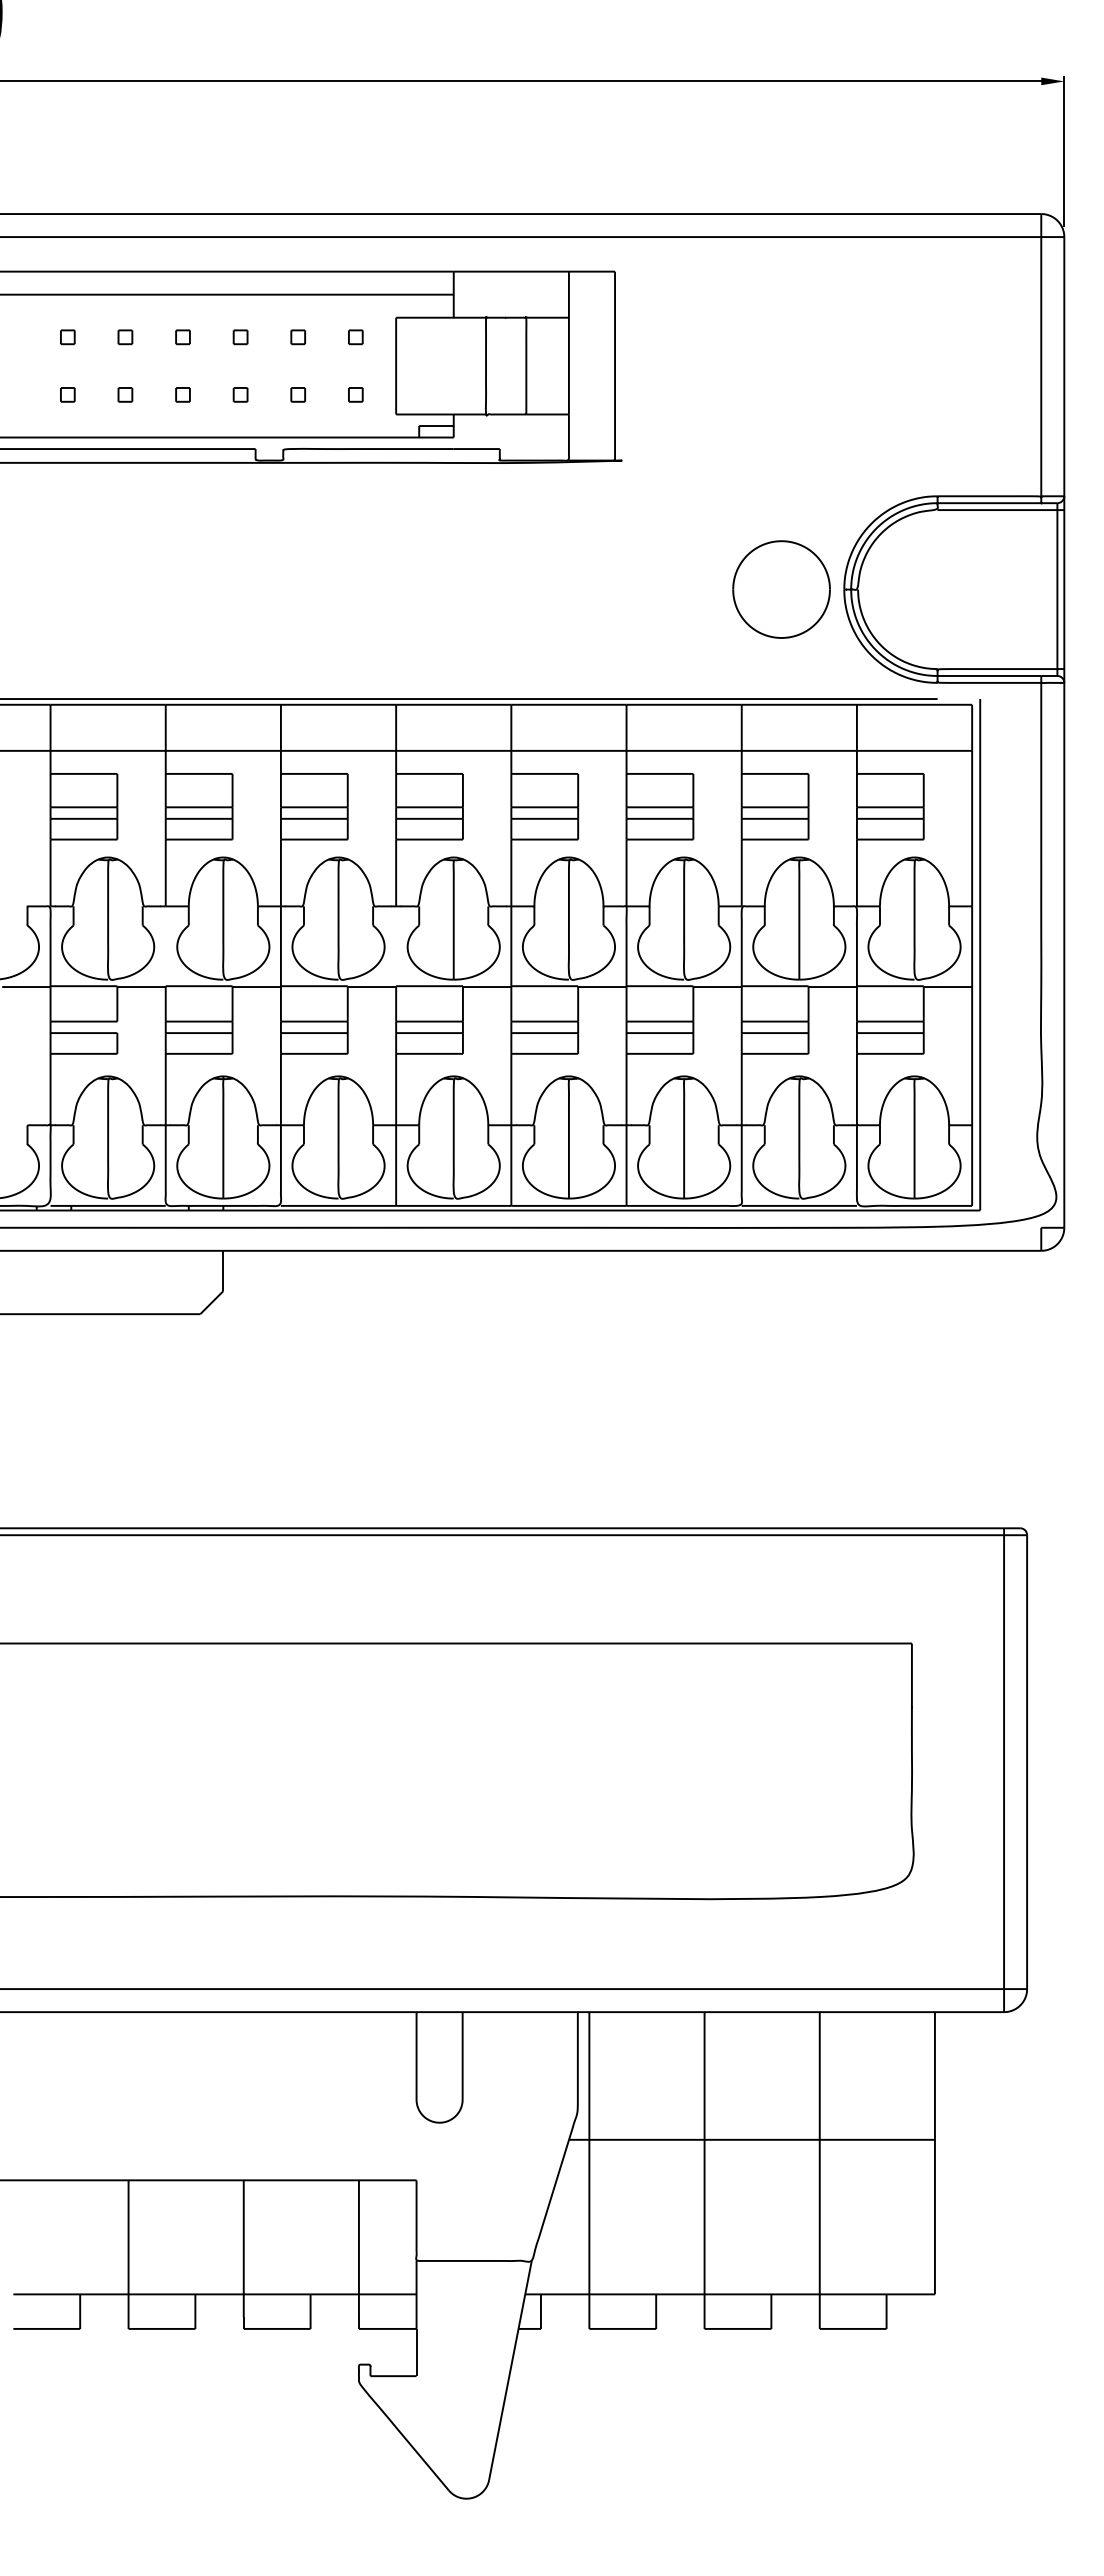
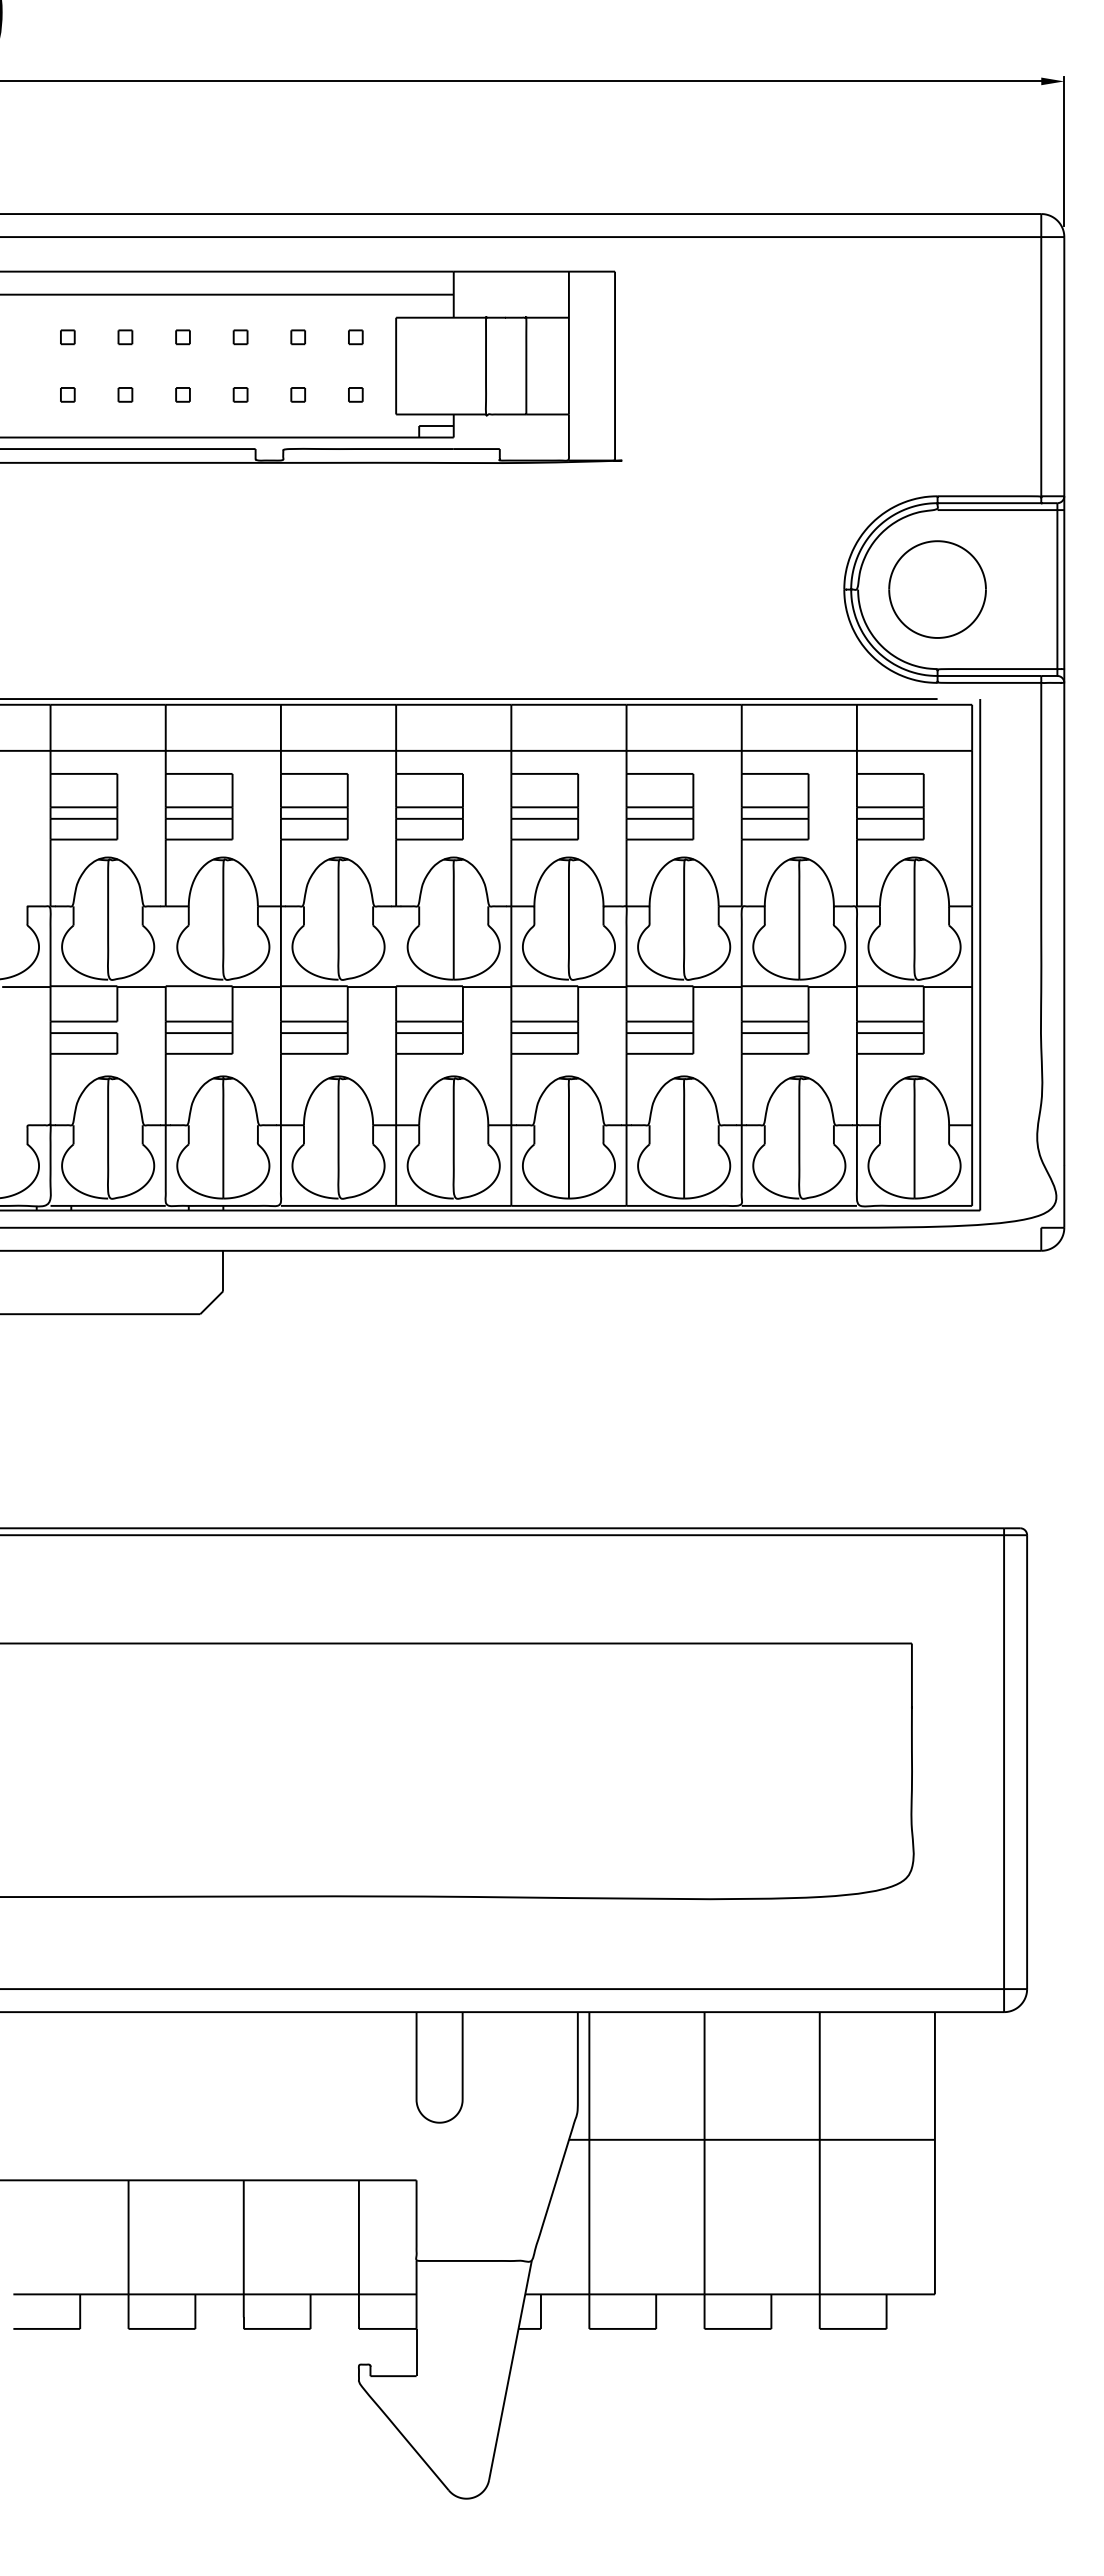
part at (781, 589) position: (781, 589) -> (937, 589)
